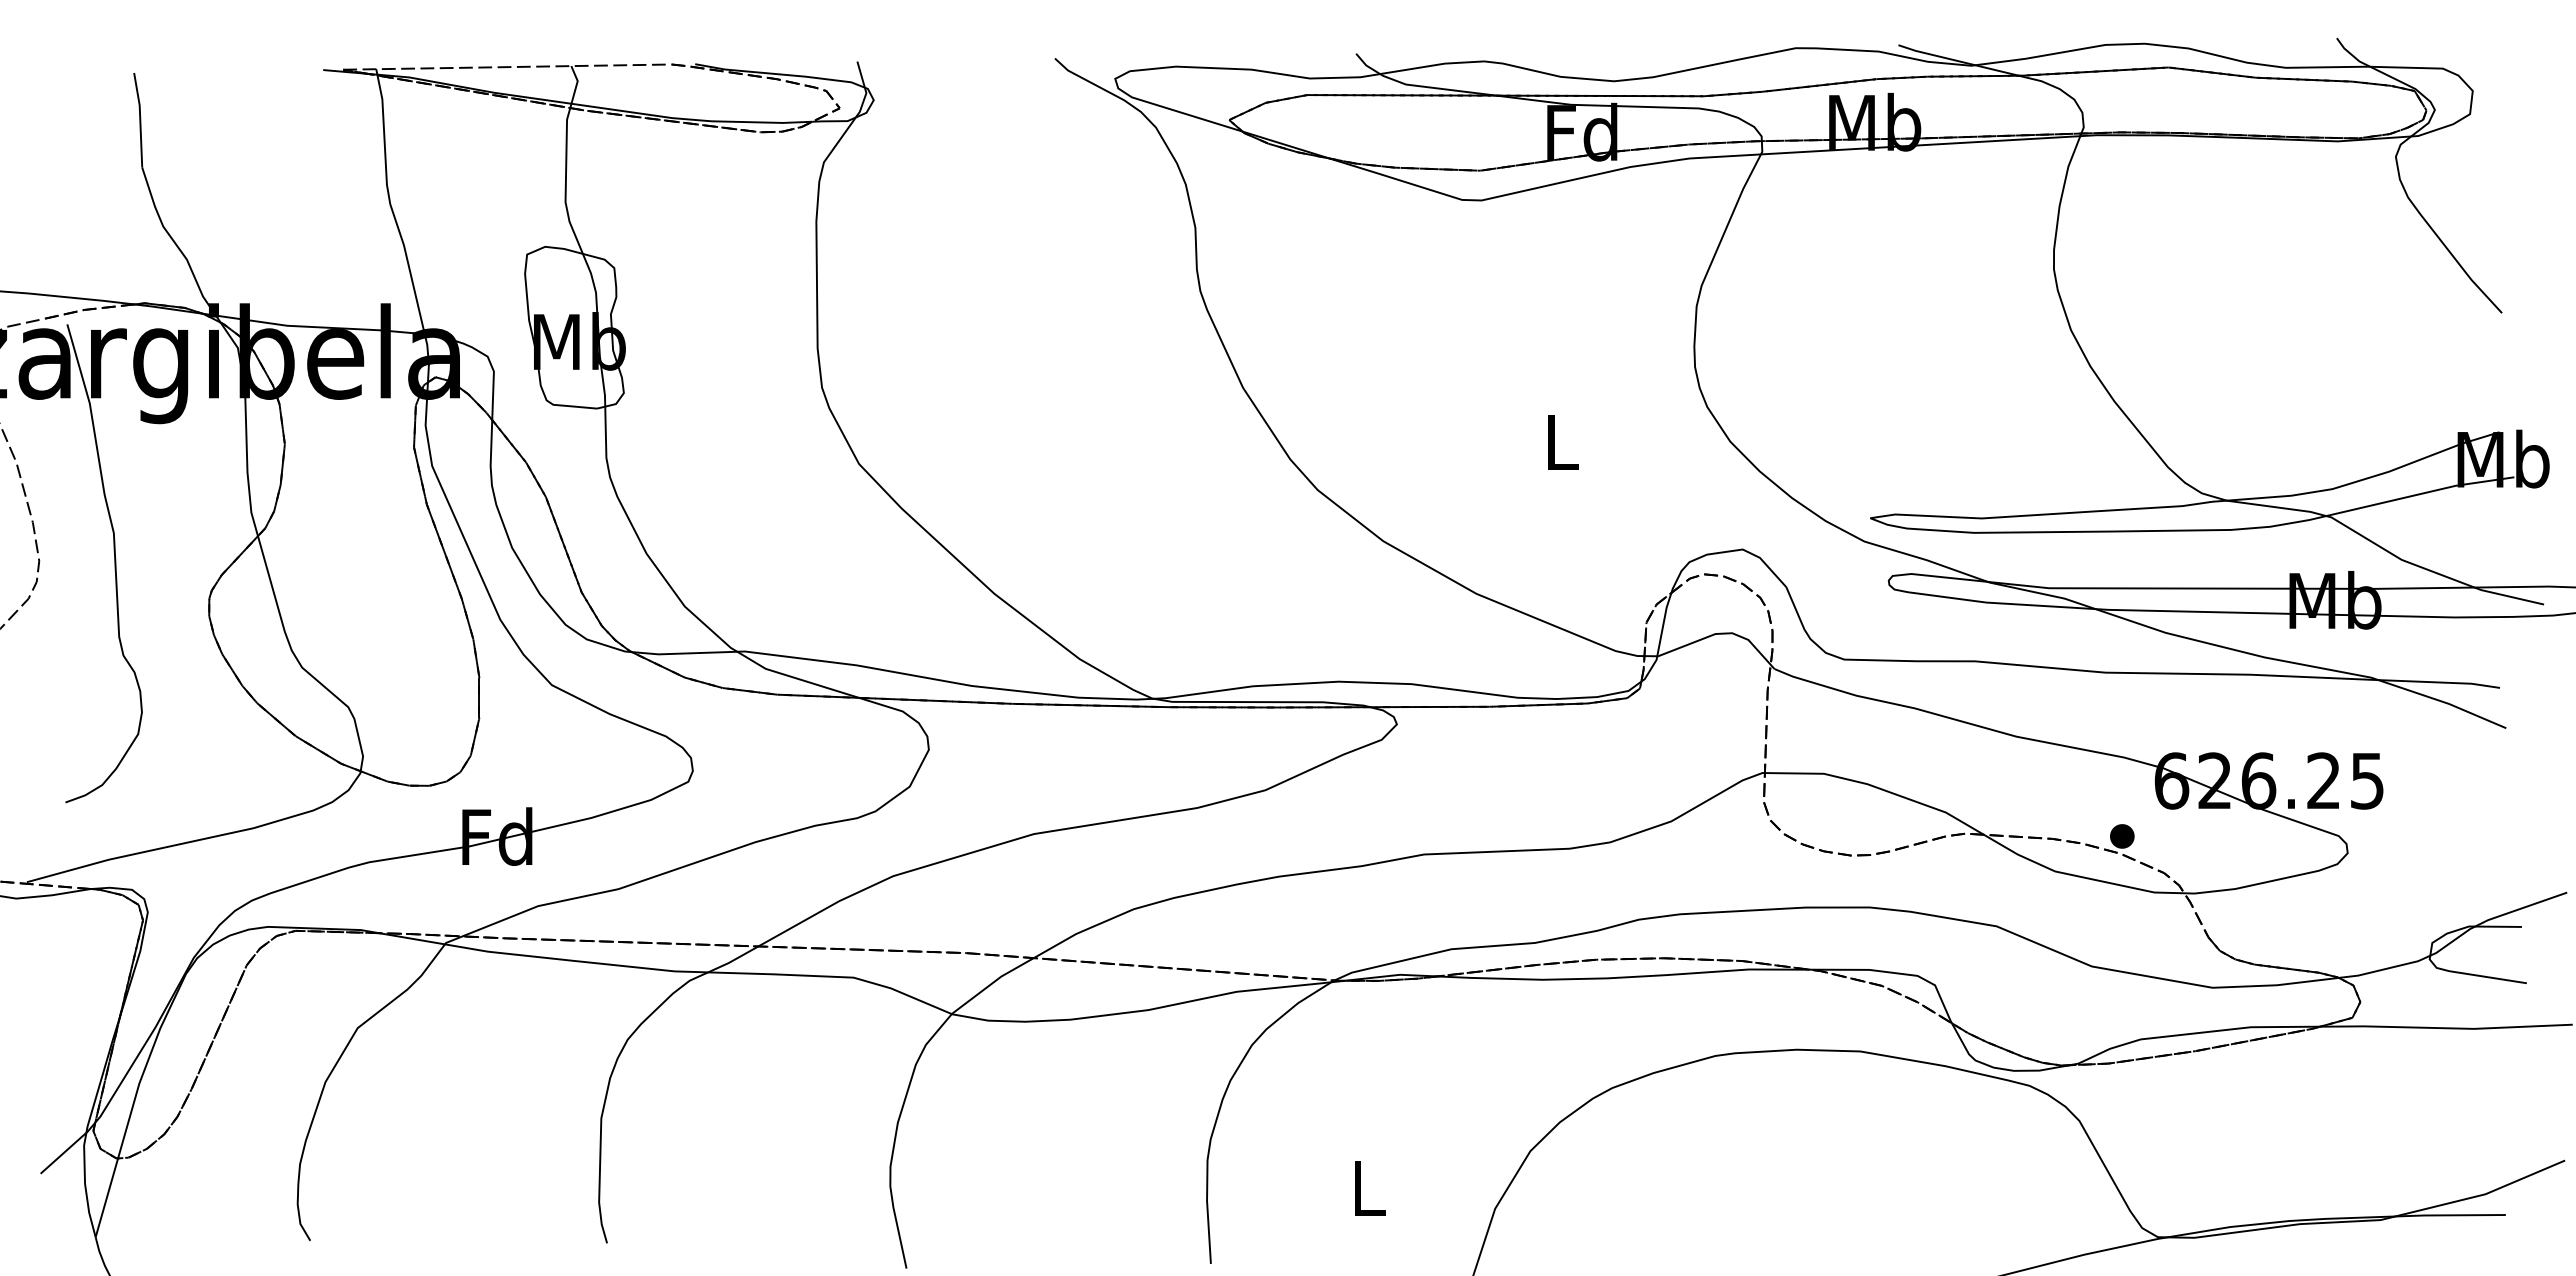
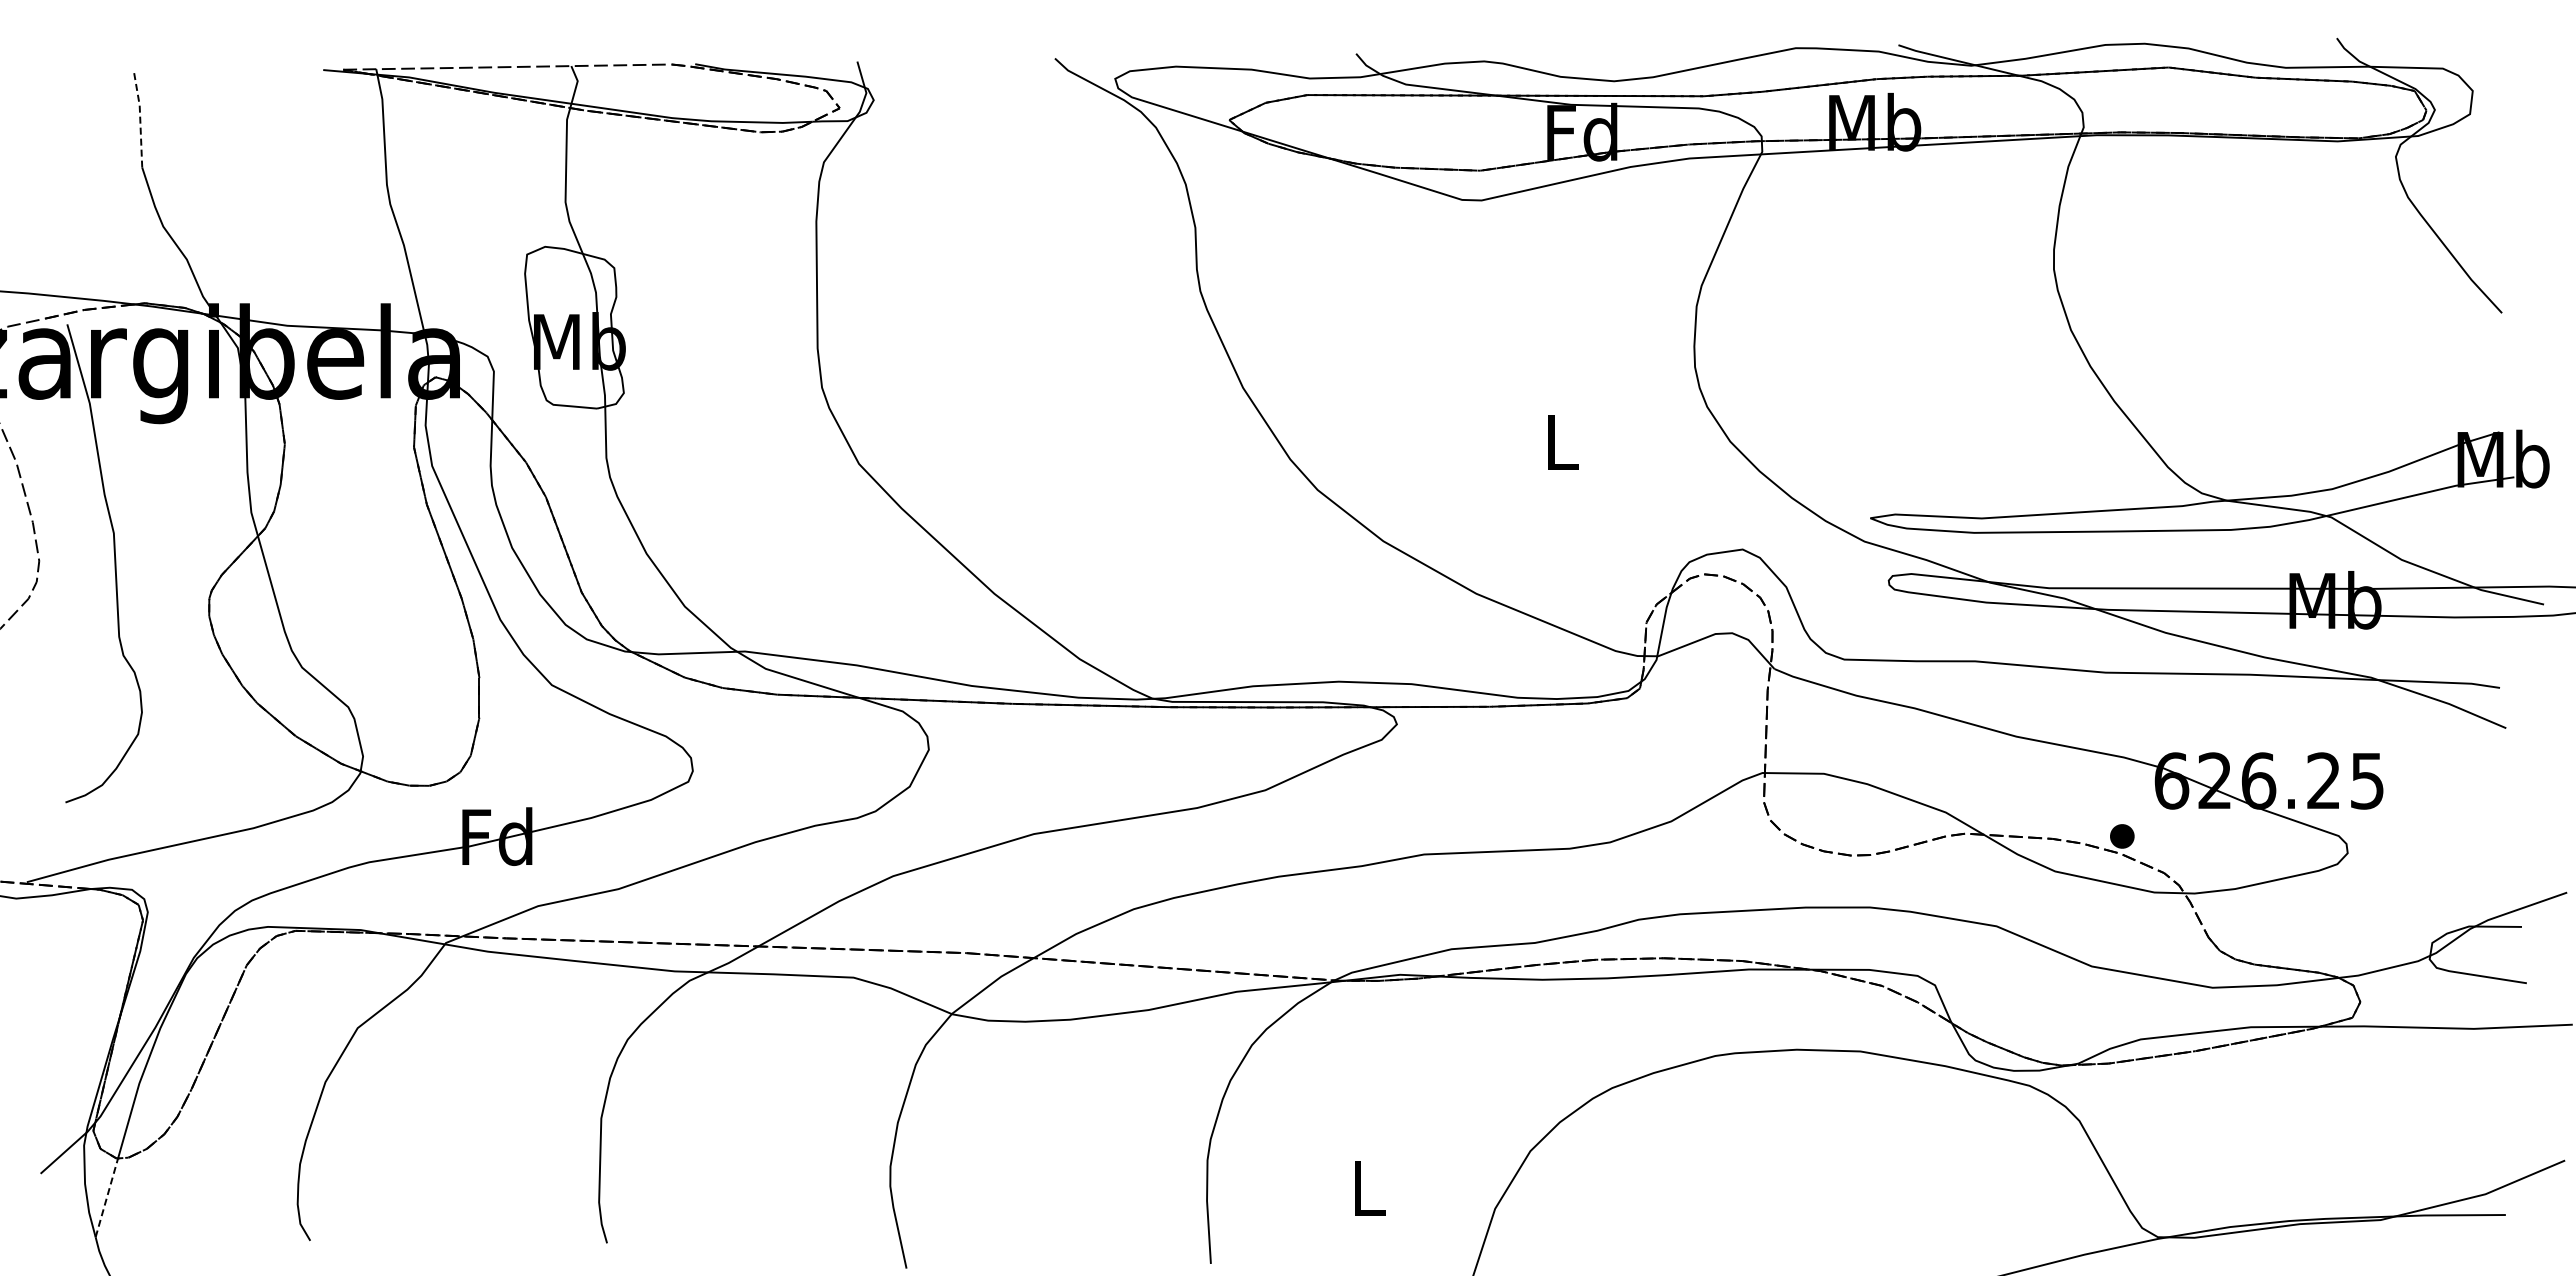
line at (140, 119): solid -> dashed
line at (106, 1197): solid -> dashed
